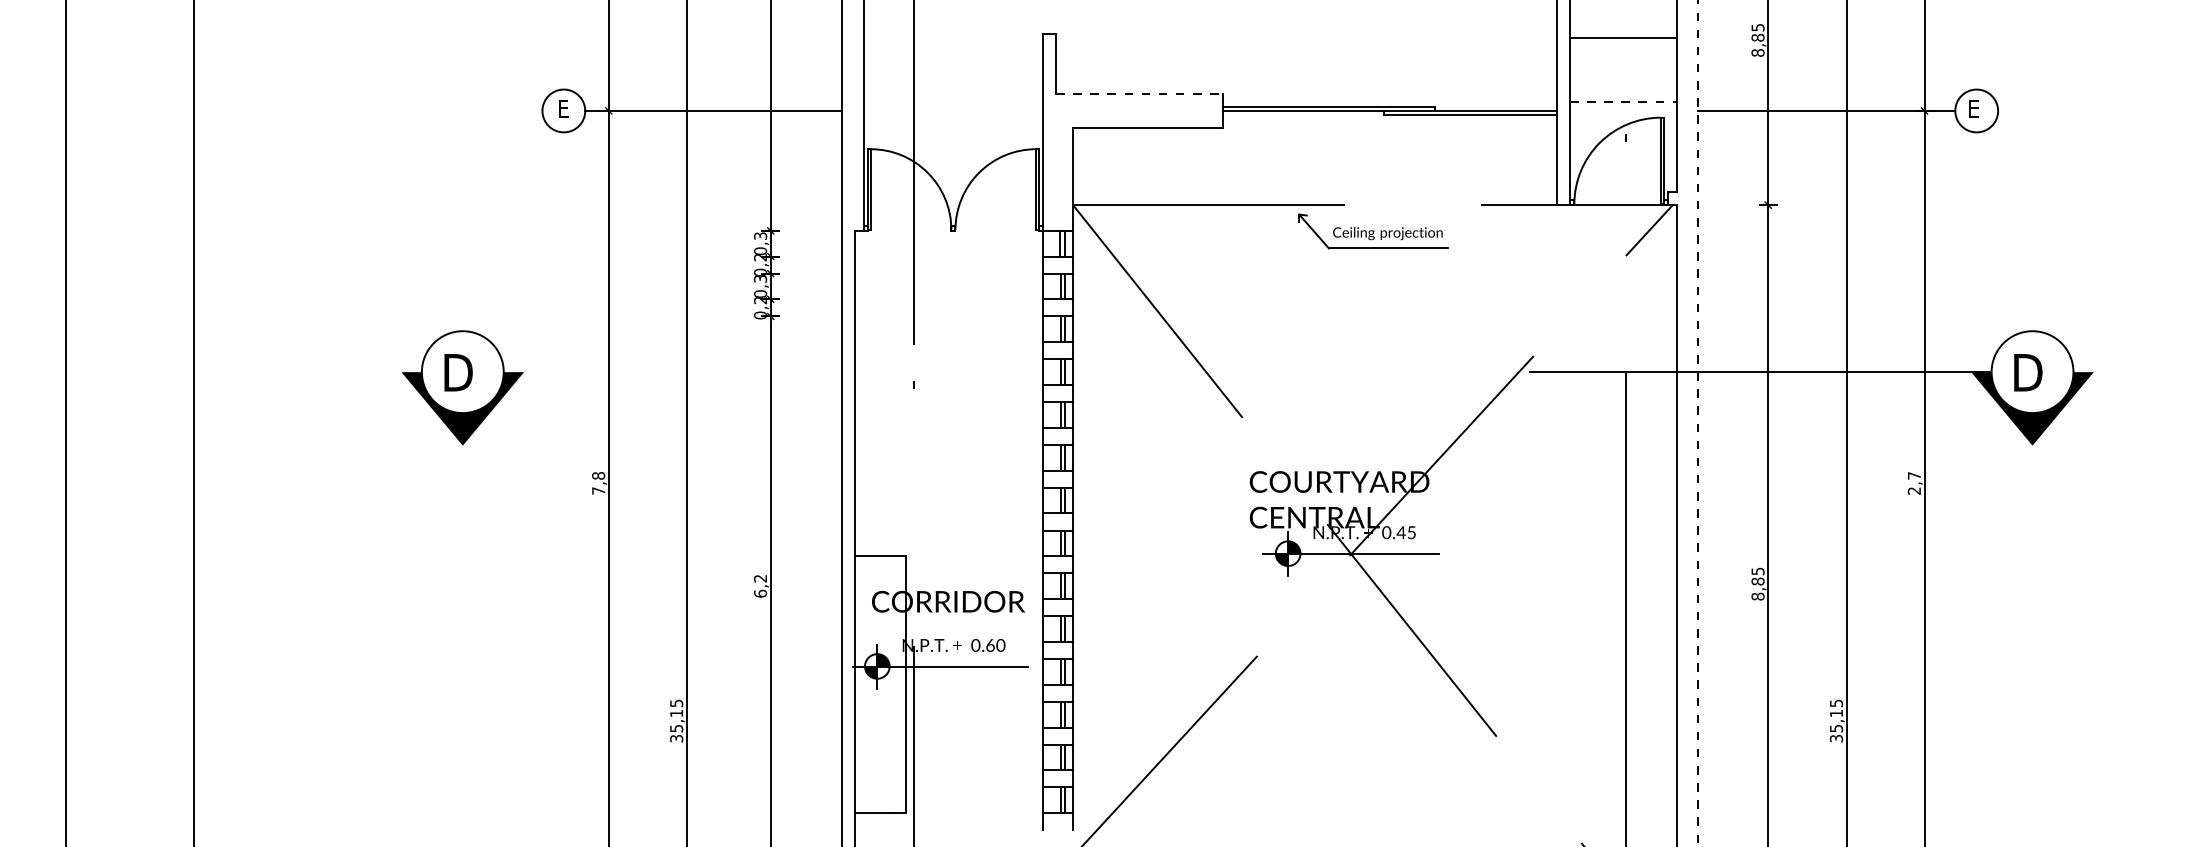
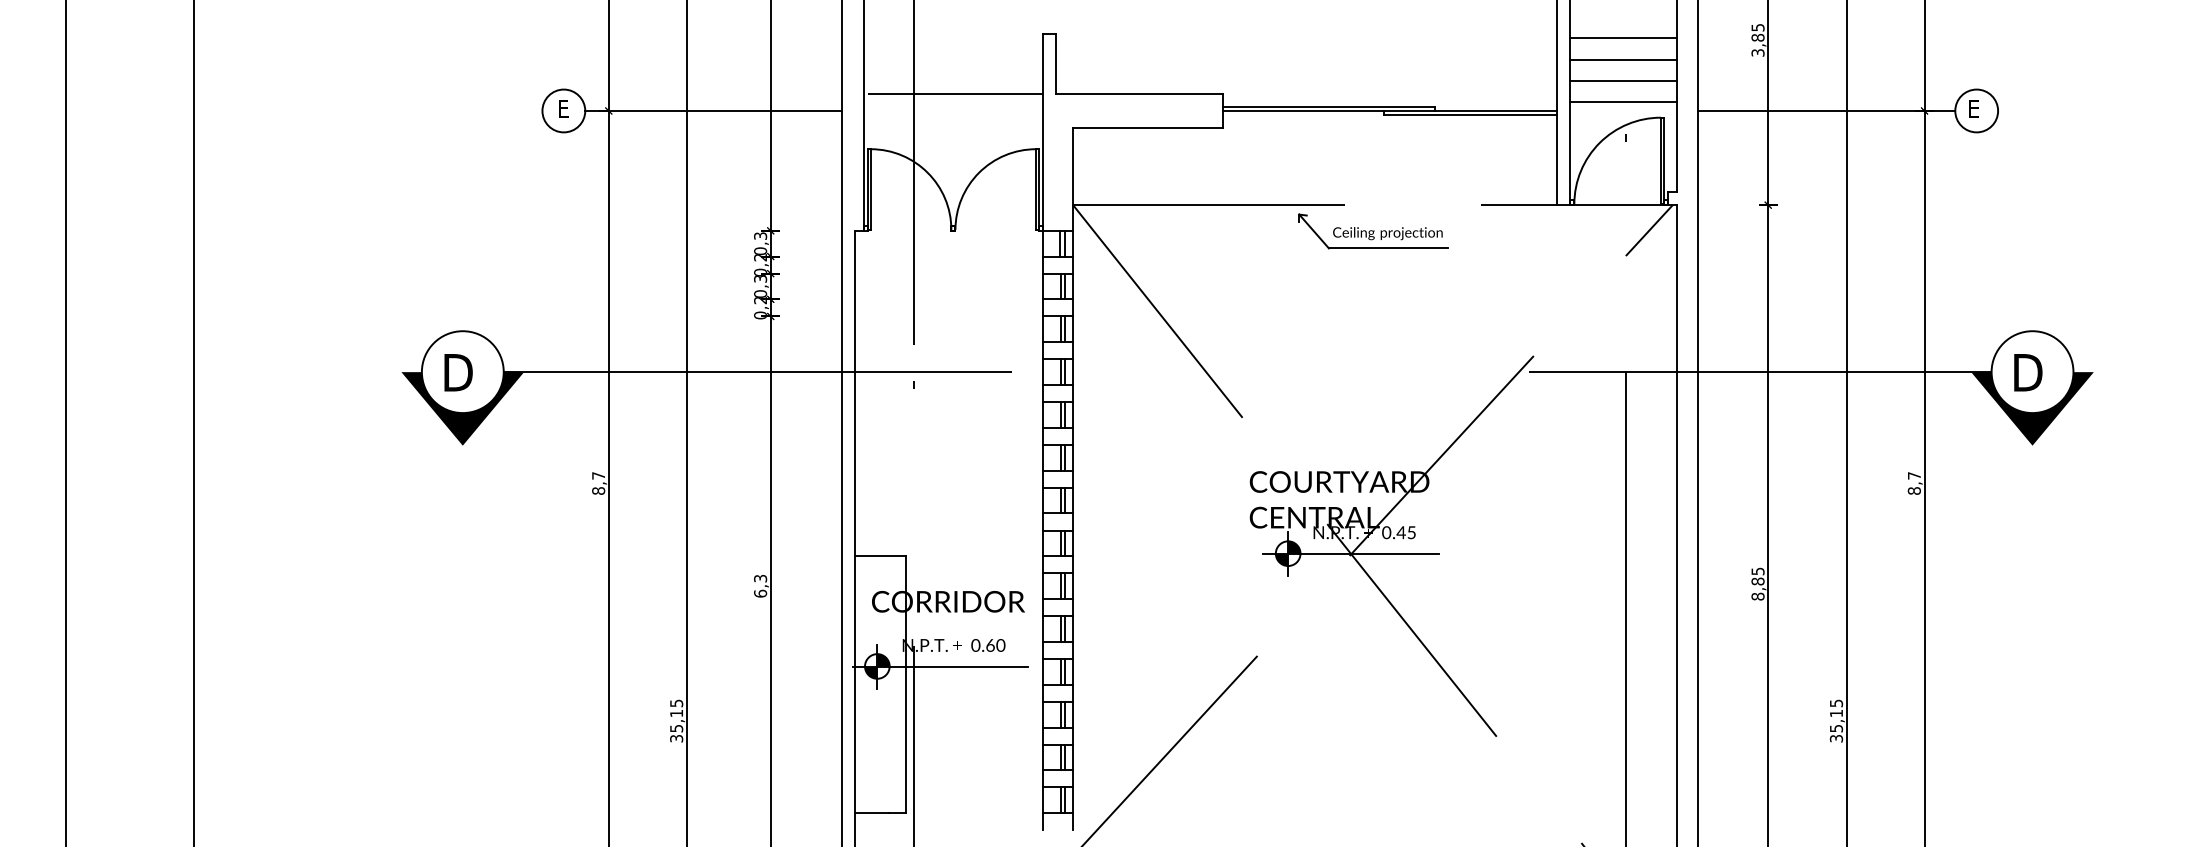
text at (1757, 52): 8,85 -> 3,85
line at (1623, 59): none -> present
line at (1623, 81): none -> present
line at (955, 93): none -> present
line at (1140, 93): dashed -> solid
line at (1623, 102): dashed -> solid
line at (757, 372): none -> present
line at (1698, 422): dashed -> solid
text at (598, 483): 7,8 -> 8,7
text at (1913, 490): 2,7 -> 8,7
text at (760, 578): 6,2 -> 6,3
